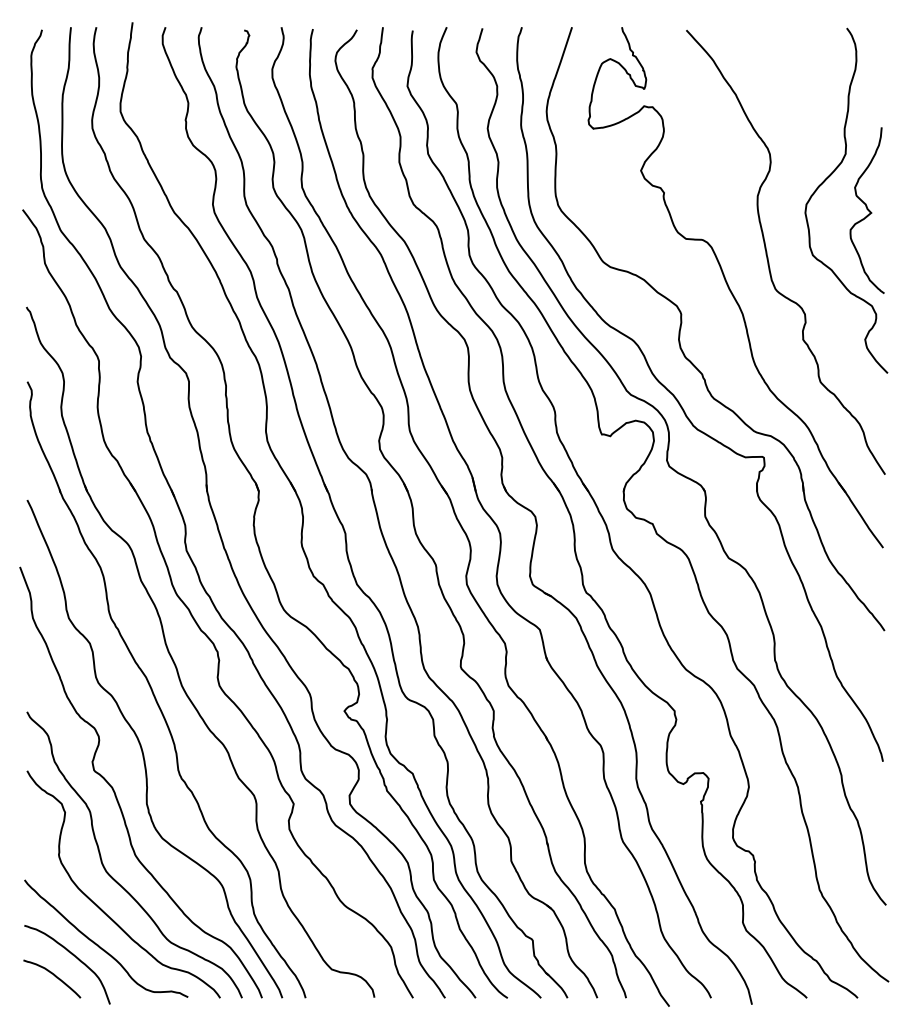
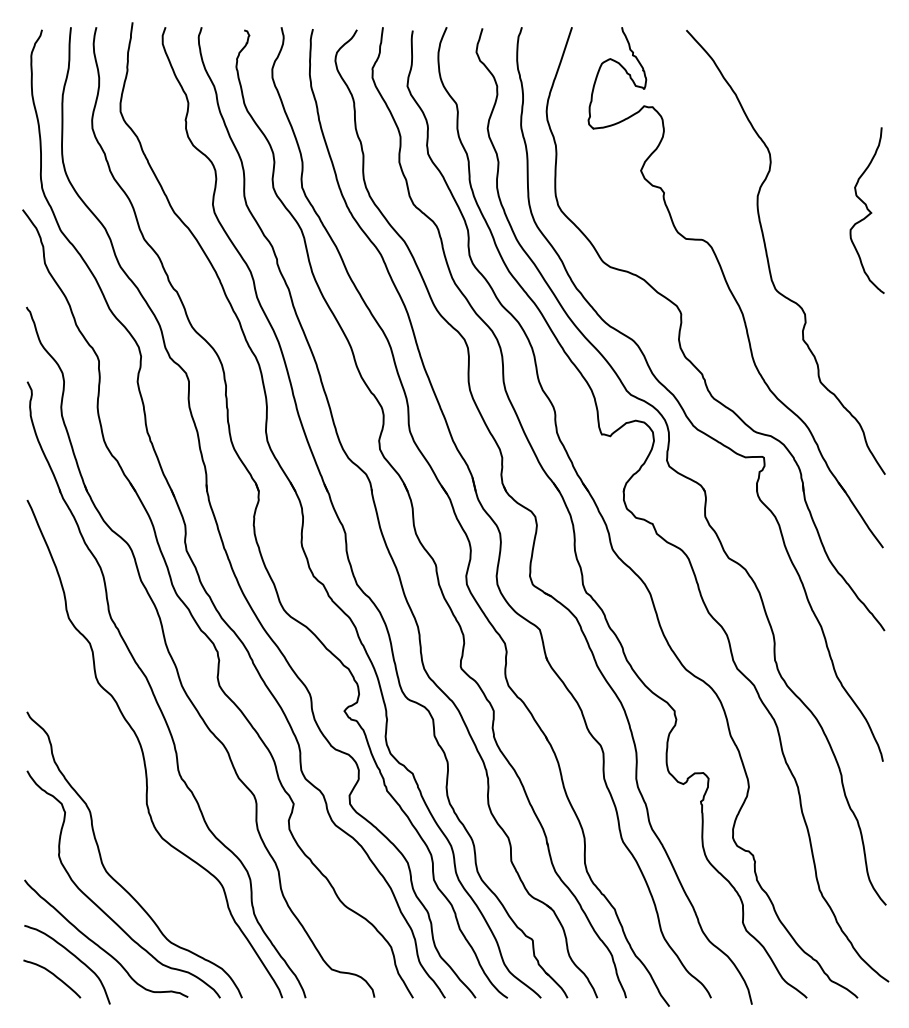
curve at (826, 180): present -> none
curve at (115, 791): present -> none
